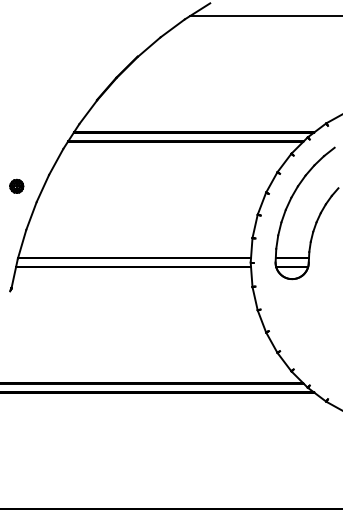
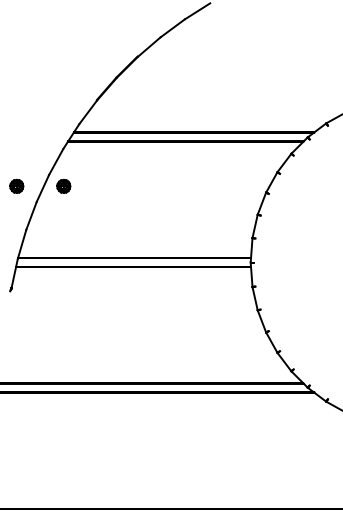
line at (264, 16): present -> none
part at (63, 185): none -> present
part at (316, 219): present -> none
